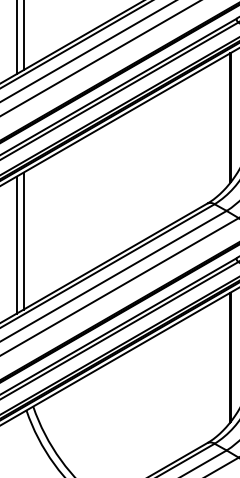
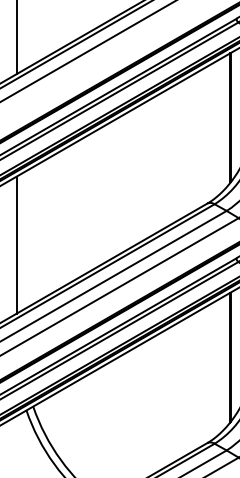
line at (23, 36): present -> none
line at (99, 58): present -> none
line at (23, 240): present -> none
